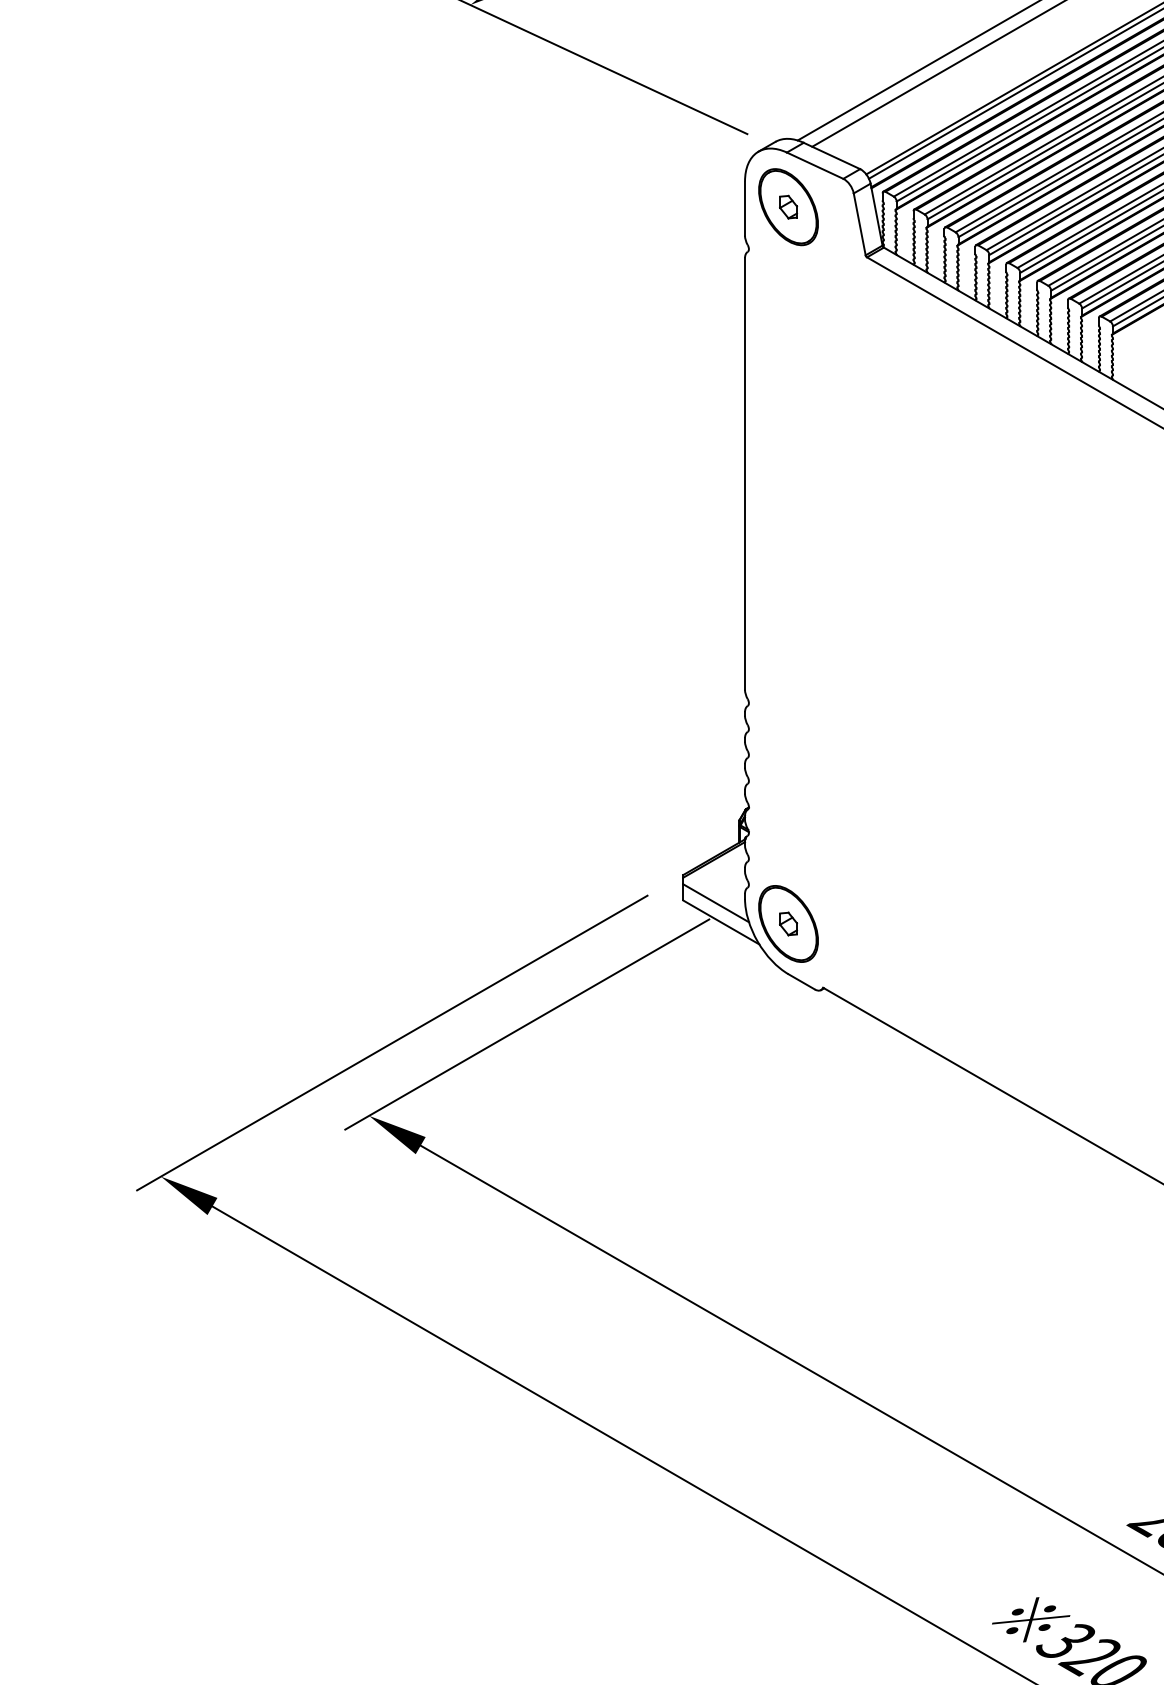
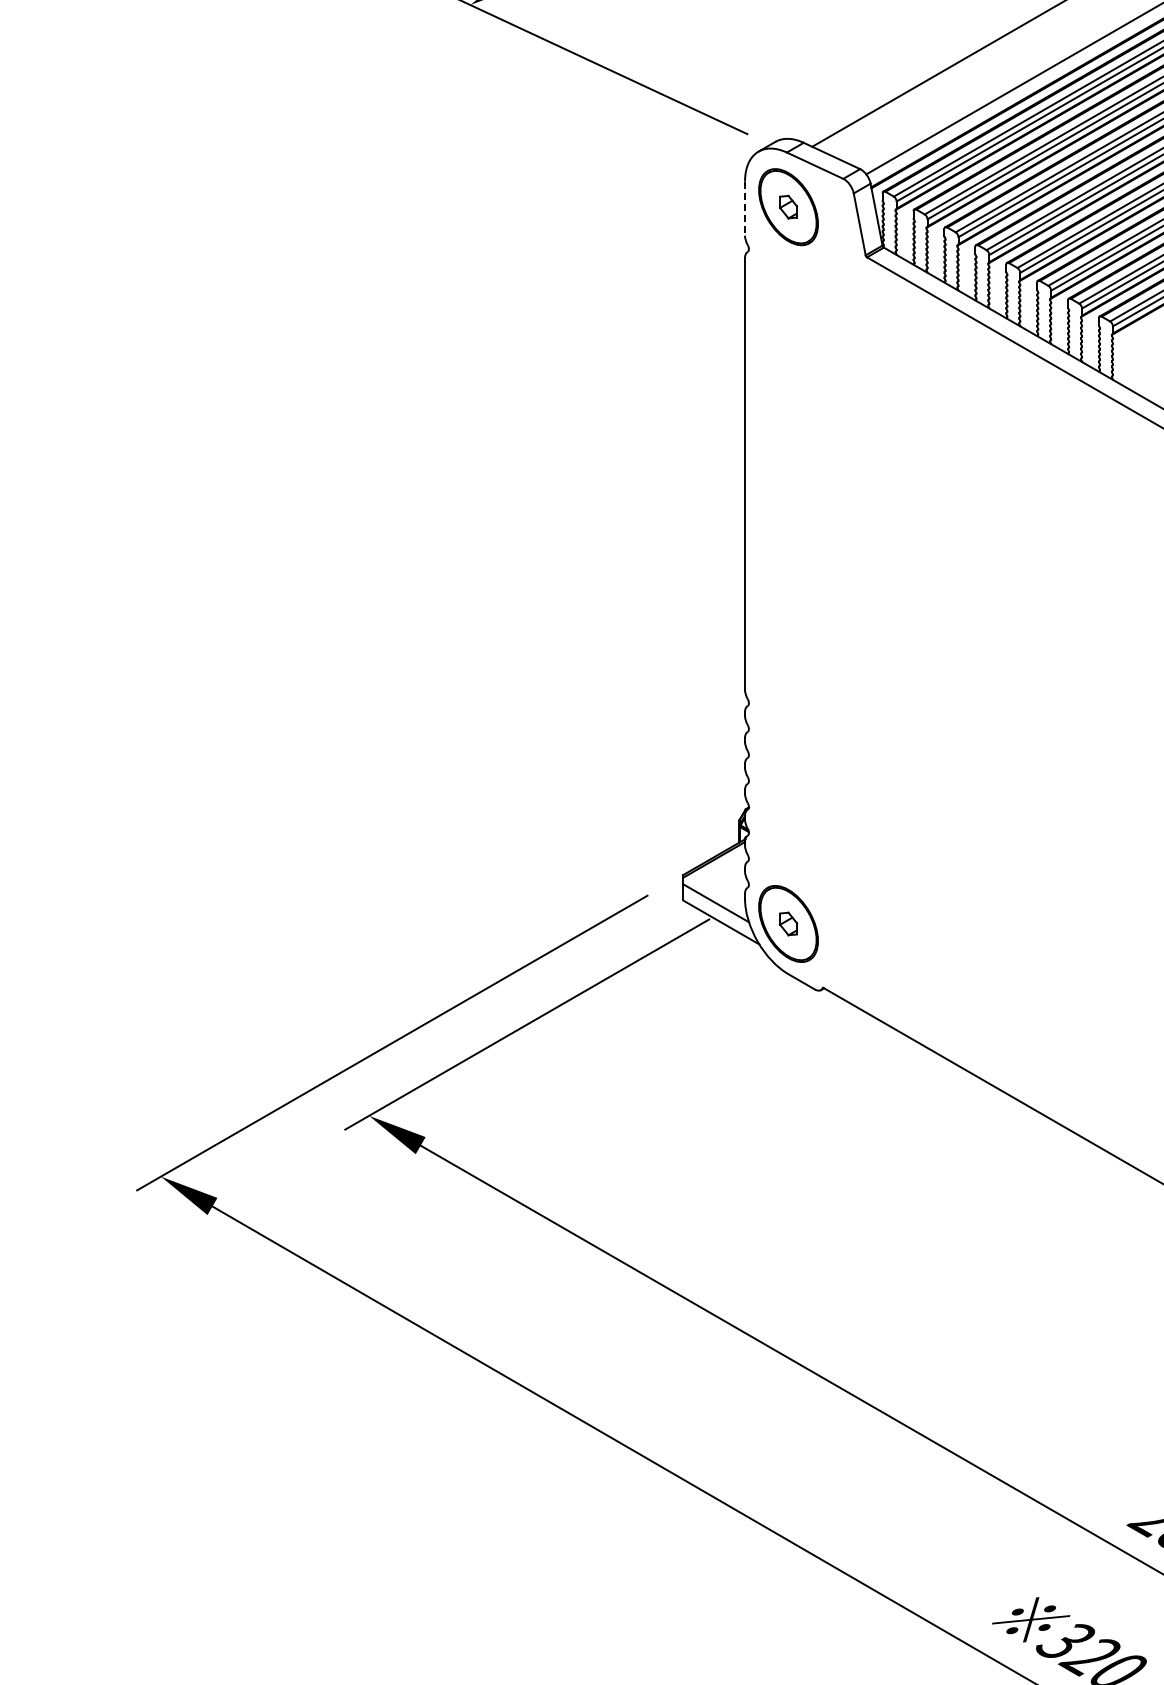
line at (916, 71): present -> none
line at (1014, 94): present -> none
line at (745, 209): solid -> dashed
